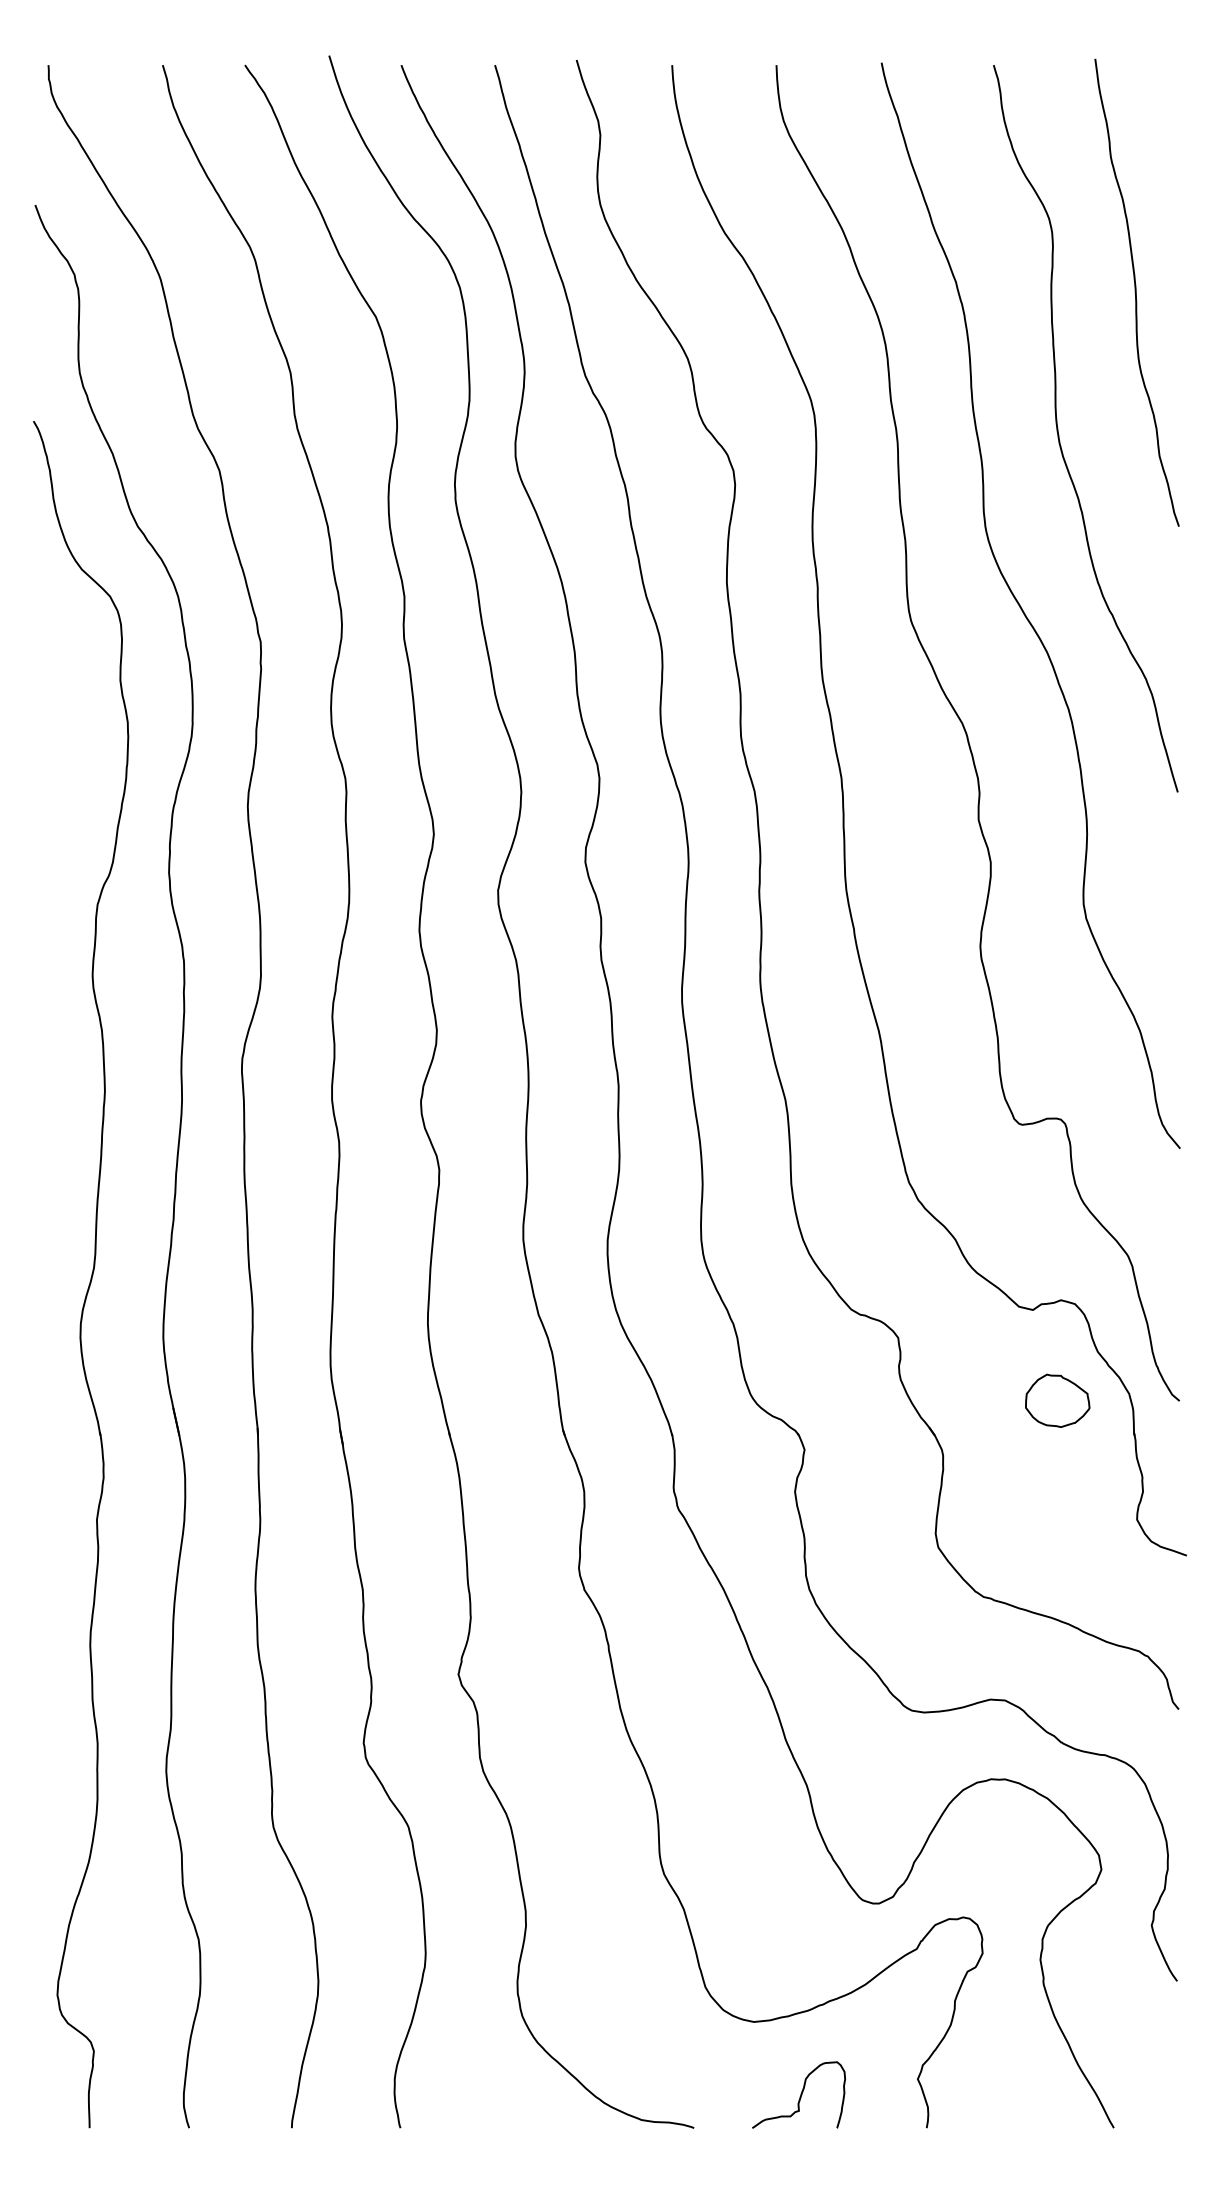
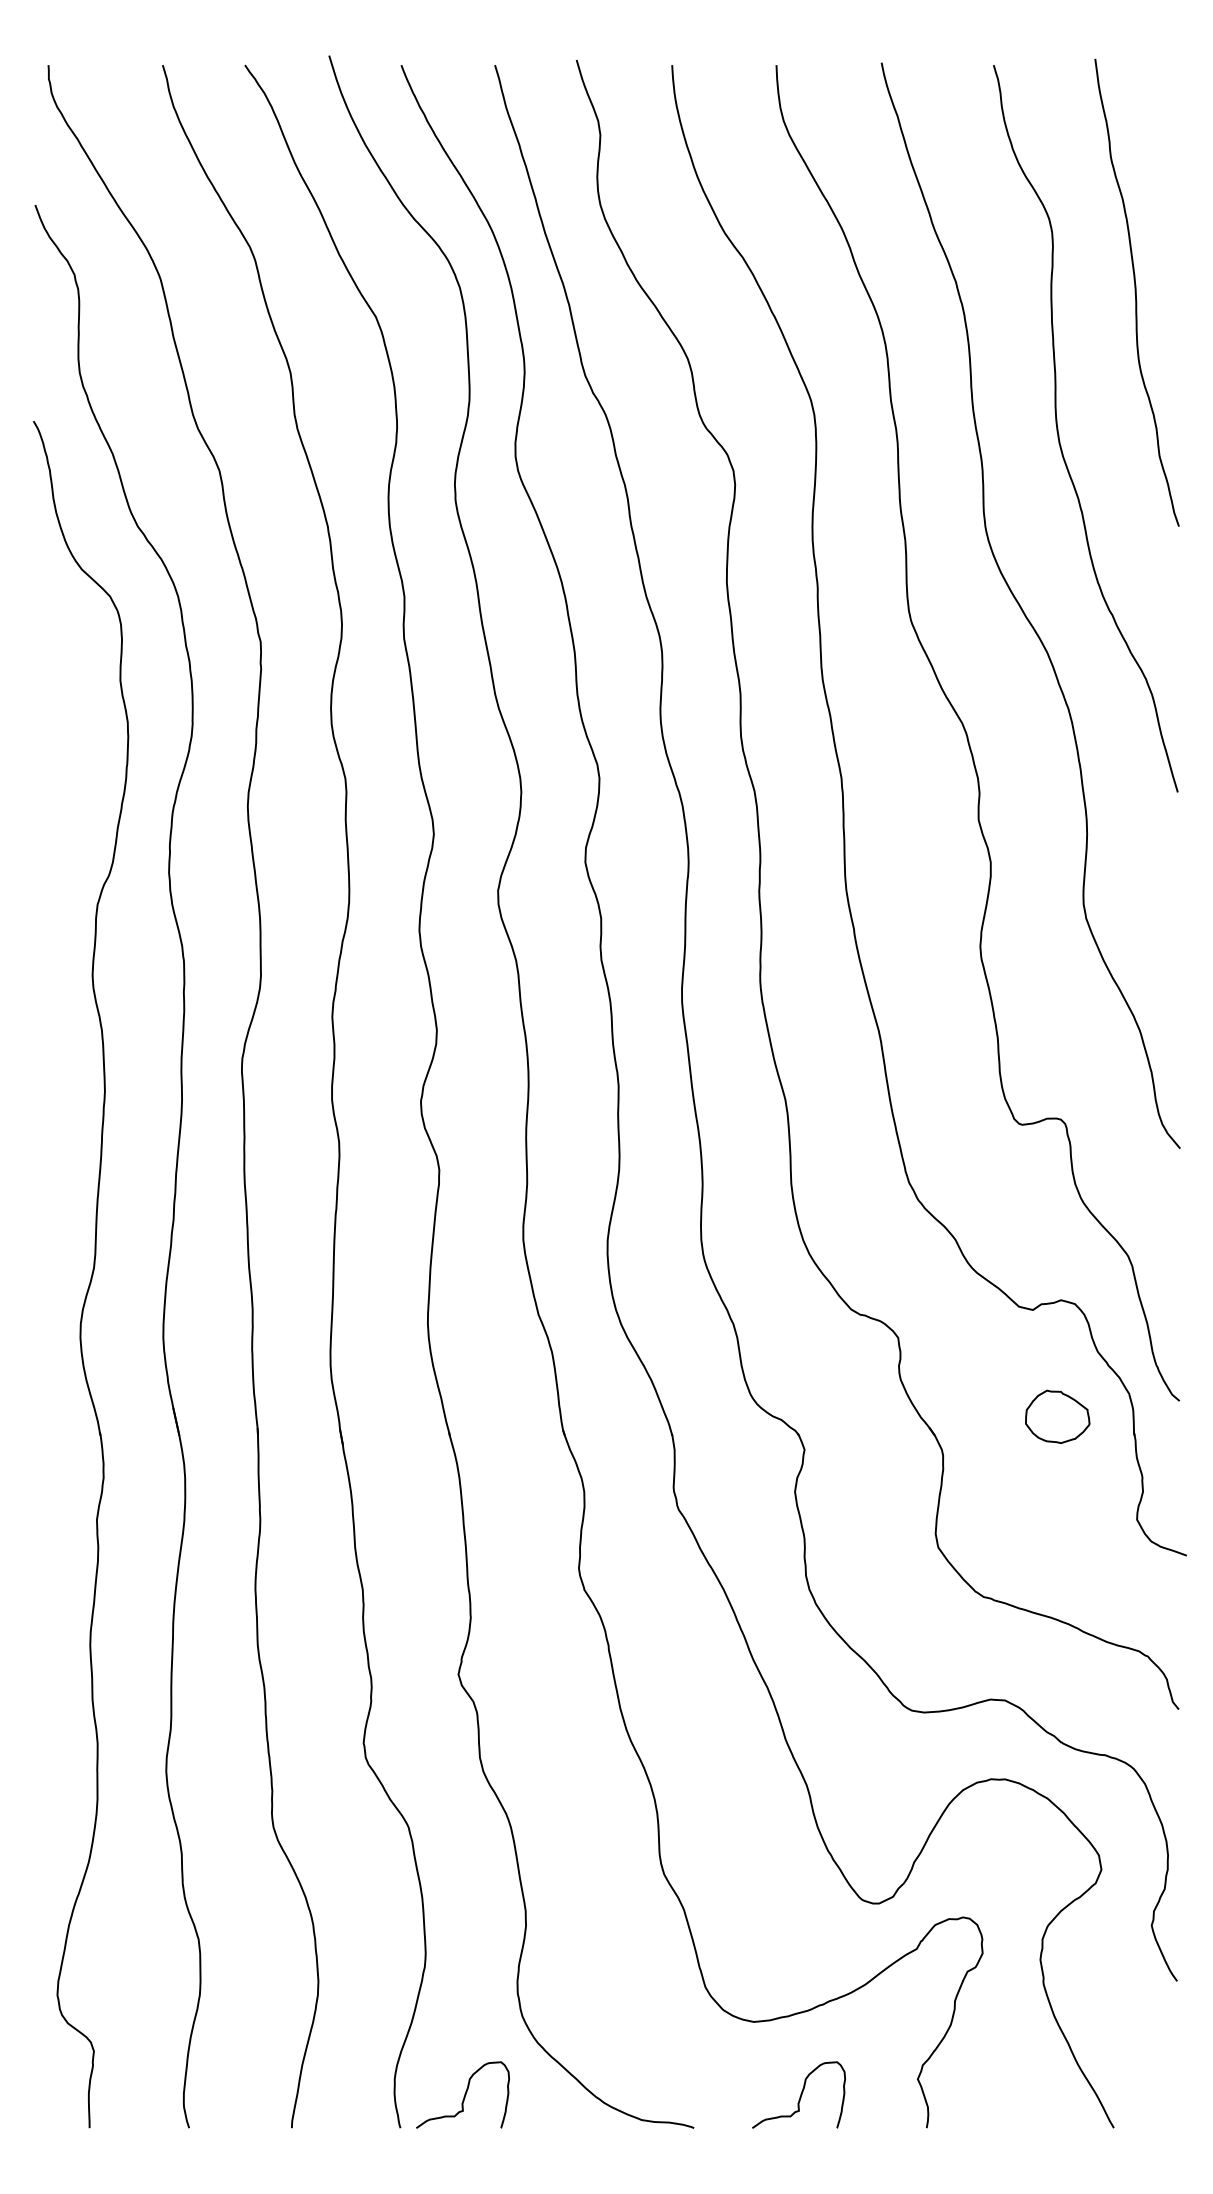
part at (1057, 1400) position: (1057, 1400) -> (1057, 1416)
curve at (464, 2094): none -> present
